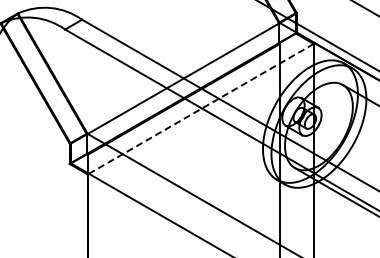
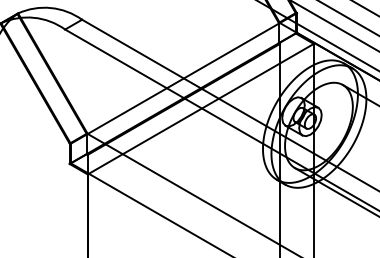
line at (348, 18): none -> present
line at (334, 25): none -> present
line at (200, 109): dashed -> solid
